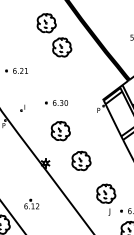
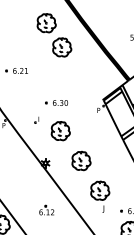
part at (22, 107) position: (22, 107) -> (36, 119)
part at (106, 199) position: (106, 199) -> (100, 196)
part at (31, 203) position: (31, 203) -> (46, 209)
